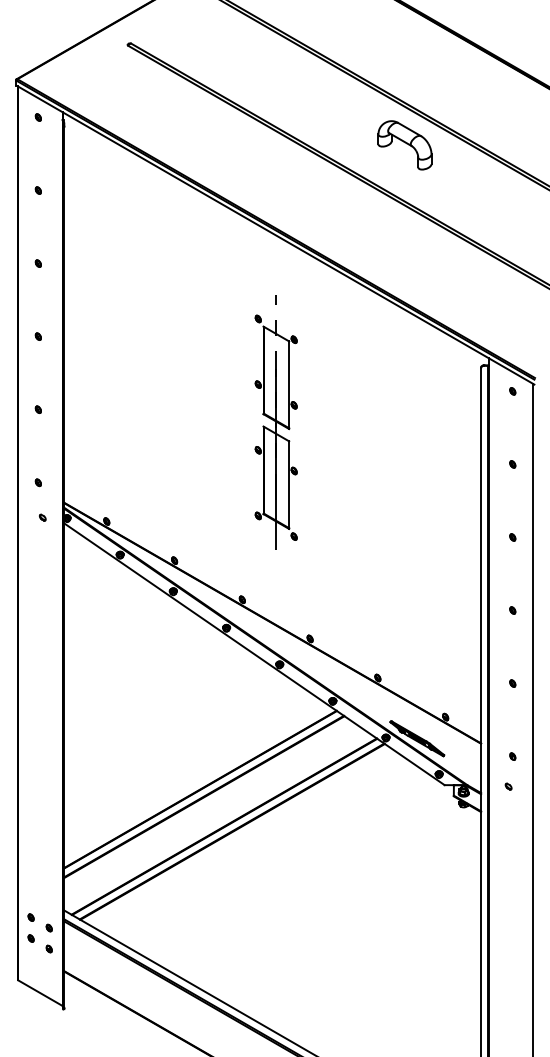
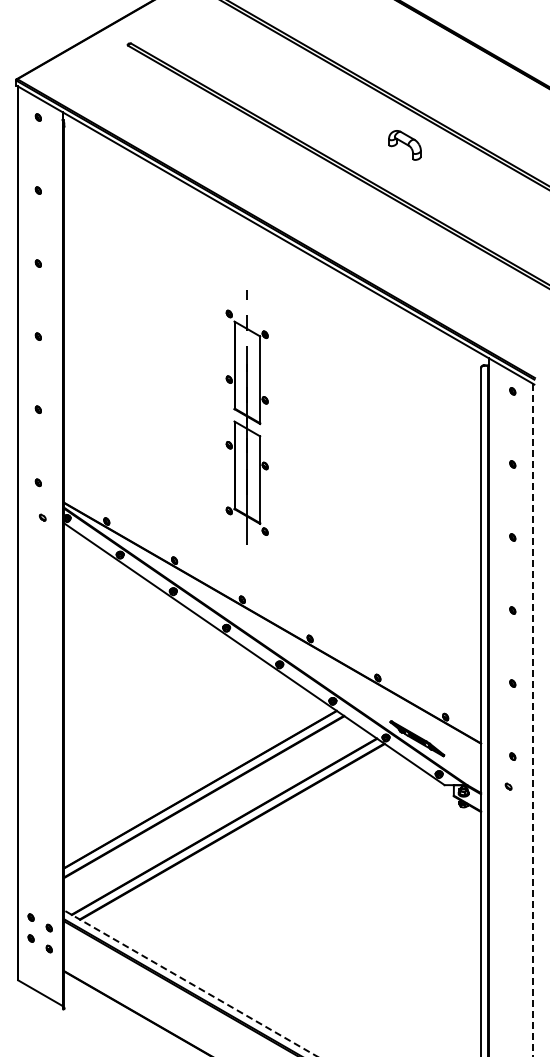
part at (404, 145) size: 56x51 px -> 34x31 px
part at (275, 422) position: (275, 422) -> (246, 417)
line at (533, 720): solid -> dashed
line at (190, 983): solid -> dashed
